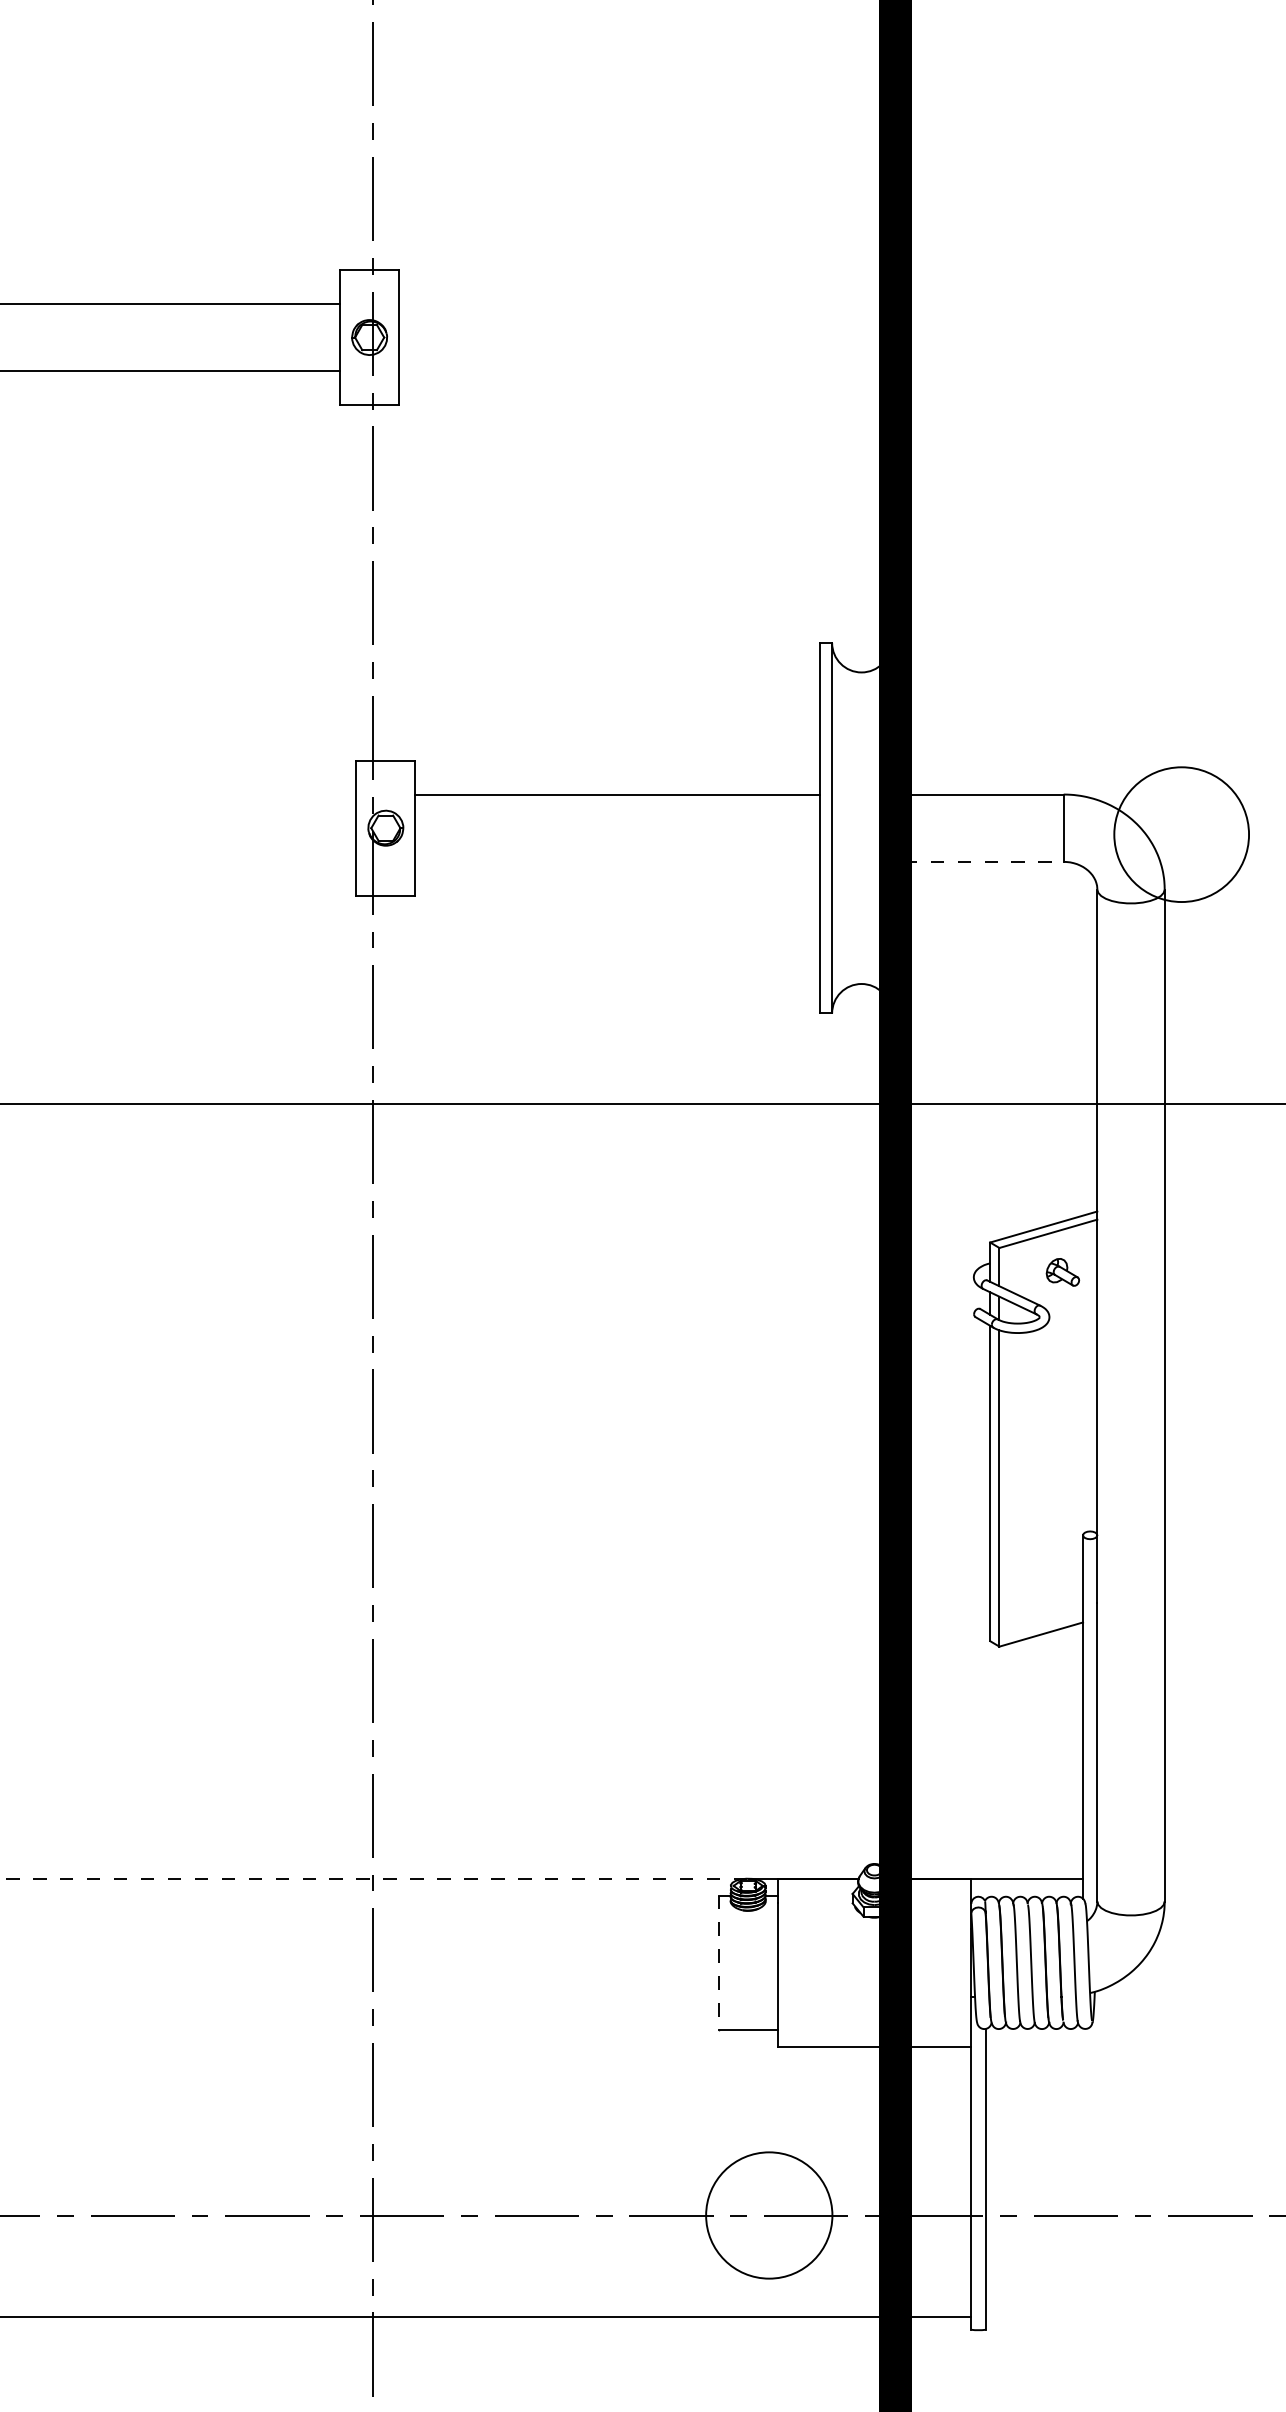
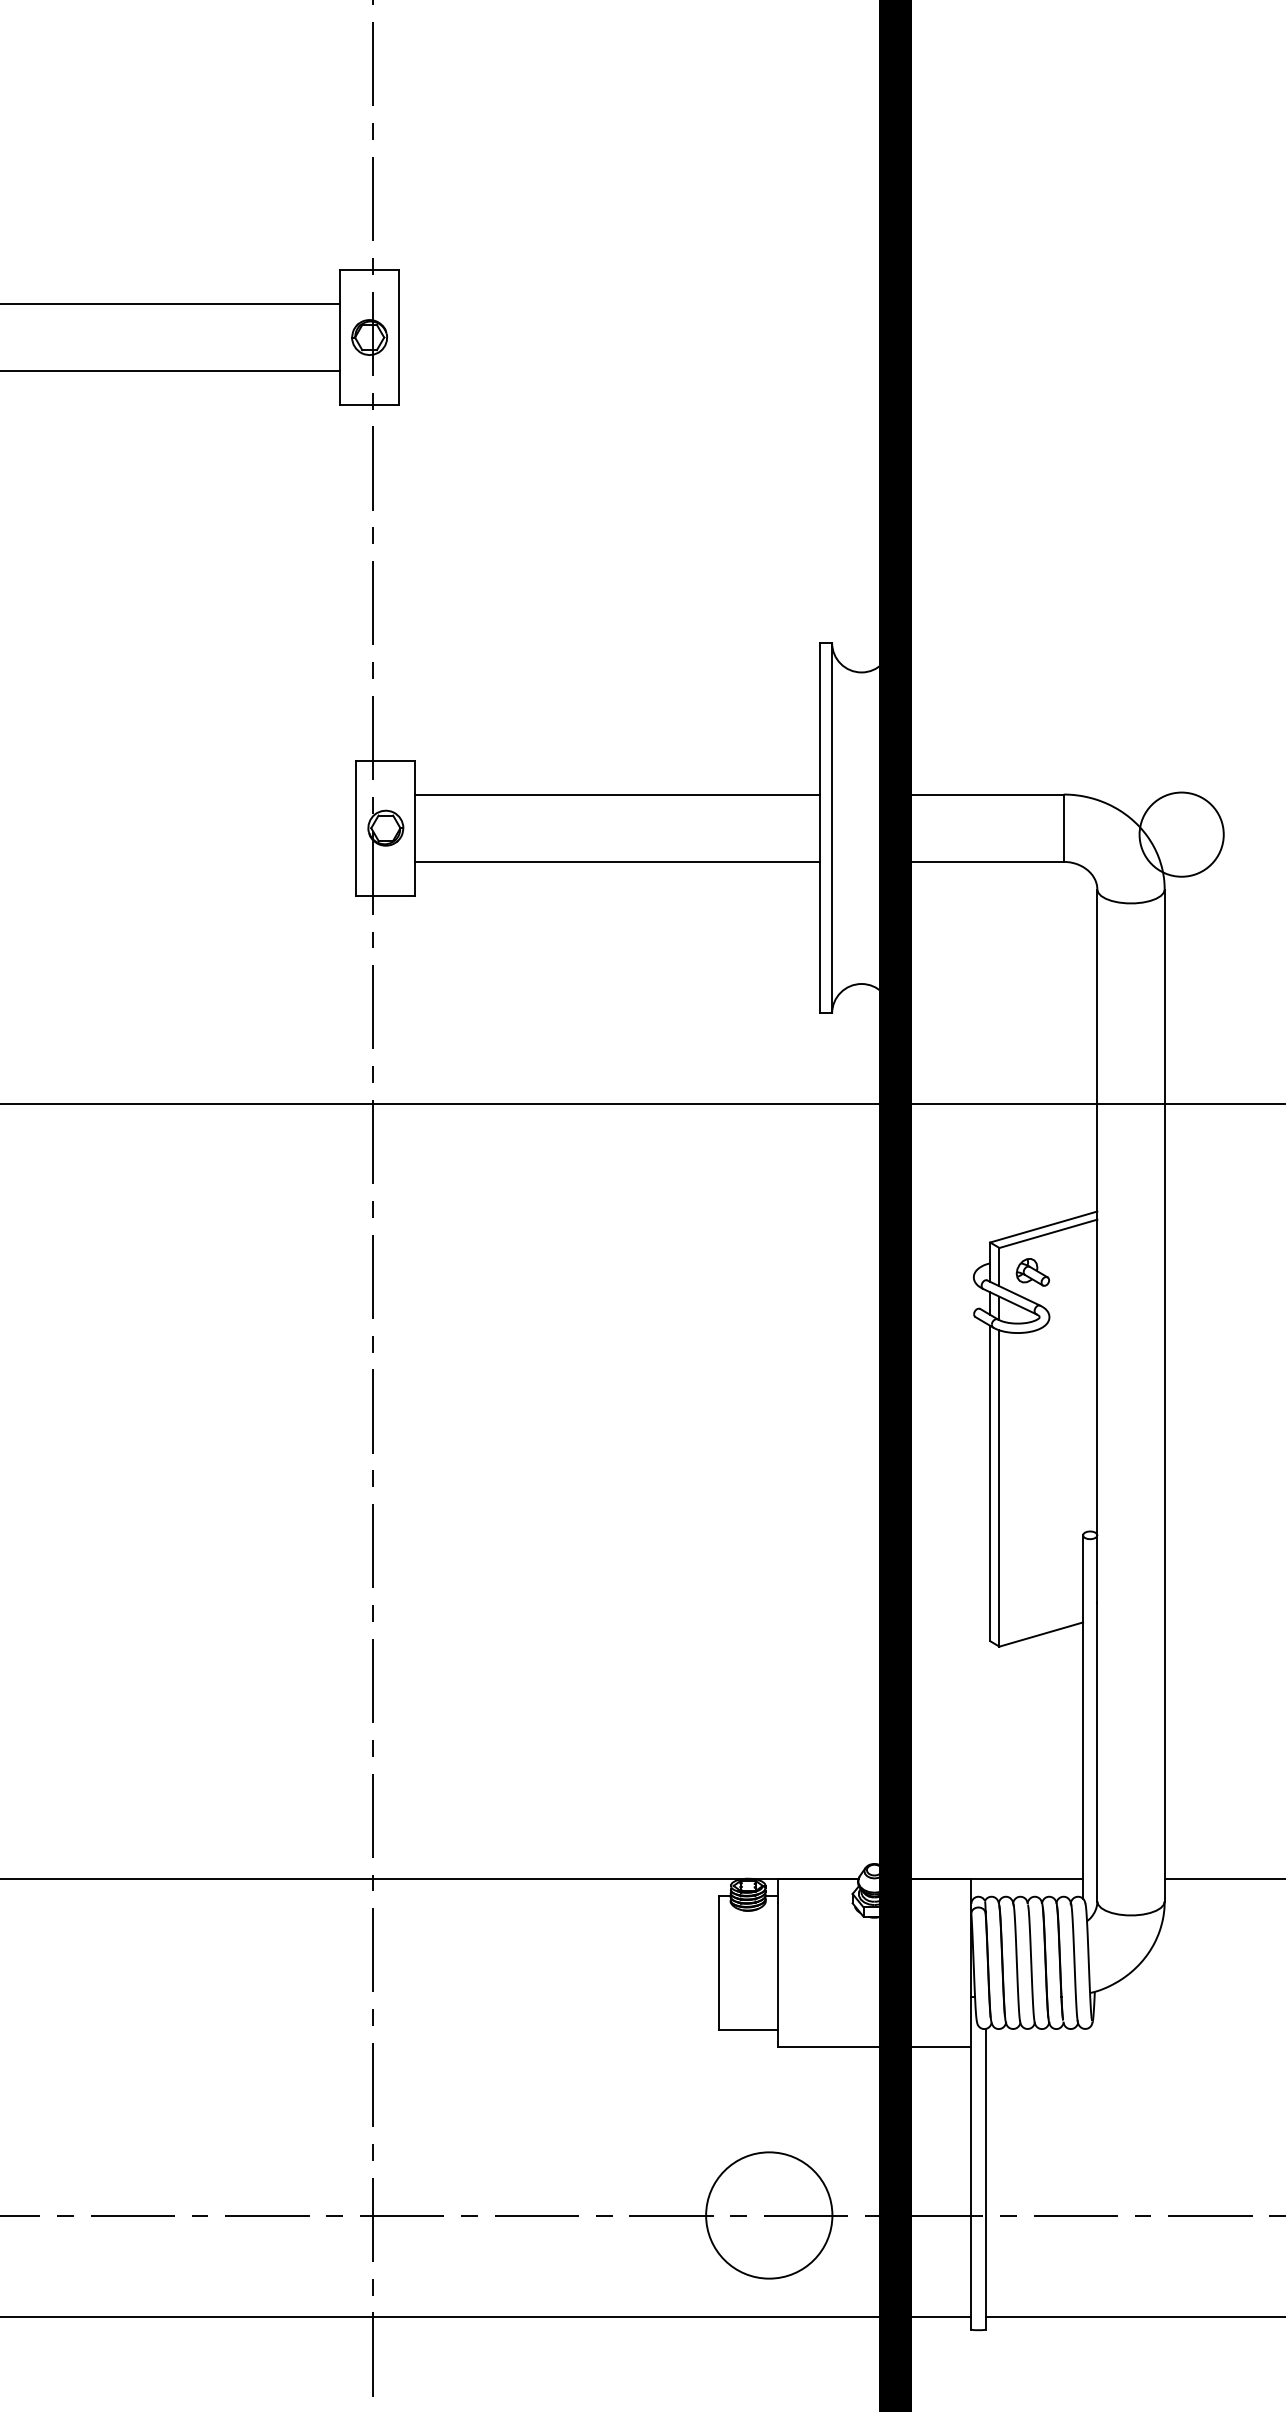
circle at (1181, 834) diameter: 135 px -> 84 px
line at (617, 861): none -> present
line at (983, 861): dashed -> solid
part at (1062, 1272) position: (1062, 1272) -> (1032, 1272)
line at (373, 1878): dashed -> solid
line at (1223, 1878): none -> present
line at (718, 1963): dashed -> solid
line at (1133, 2316): none -> present
